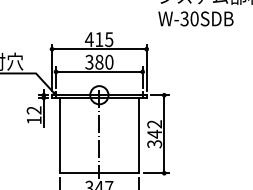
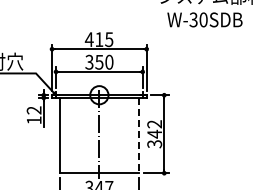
text at (195, 18) position: (195, 18) -> (204, 19)
text at (99, 61): 380 -> 350
line at (138, 135): solid -> dashed
